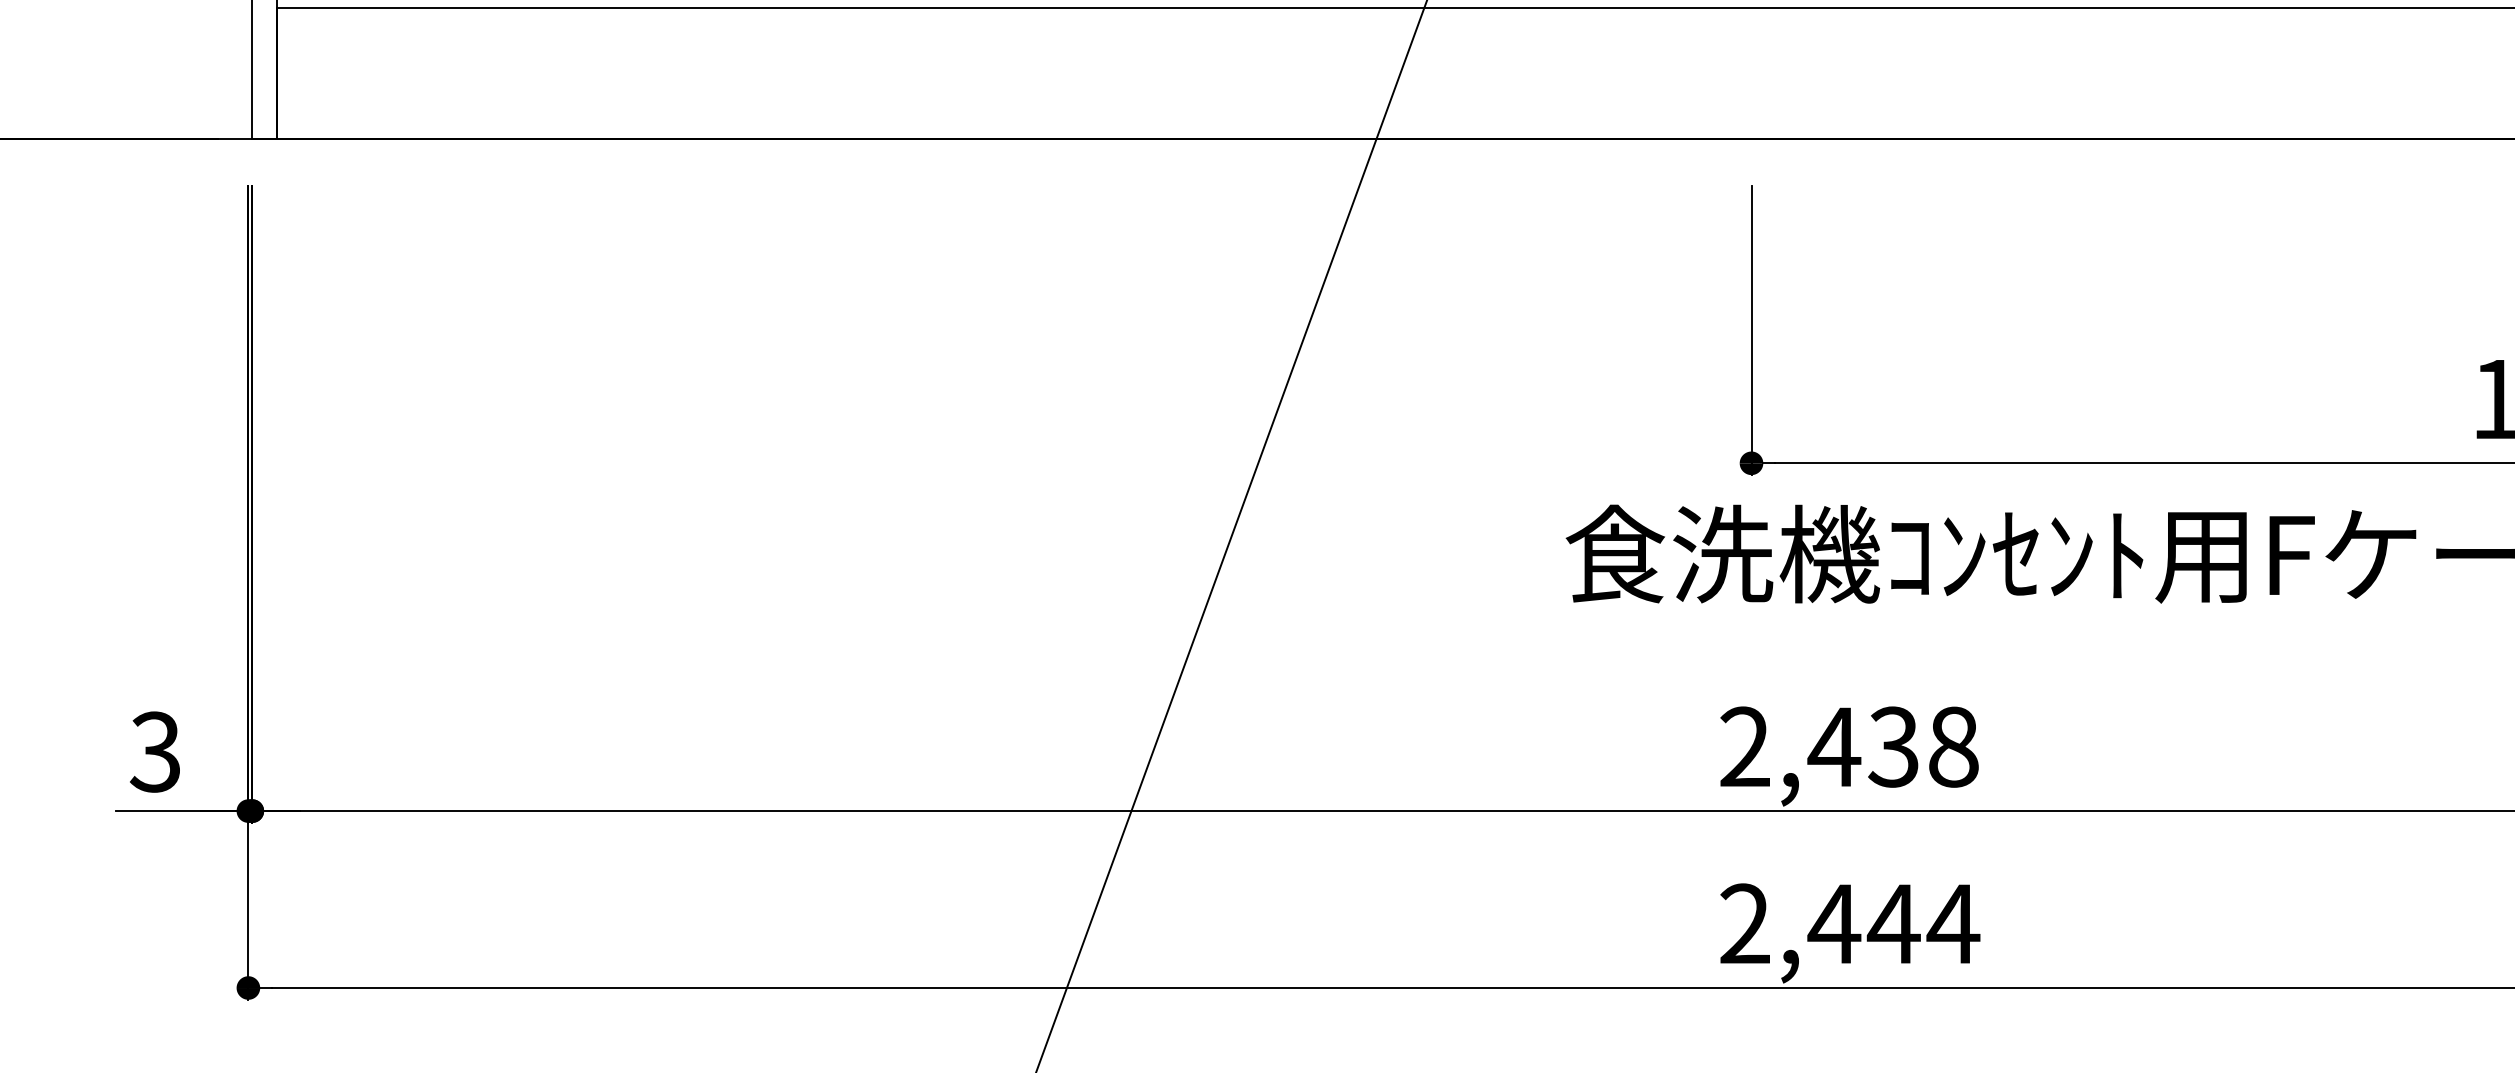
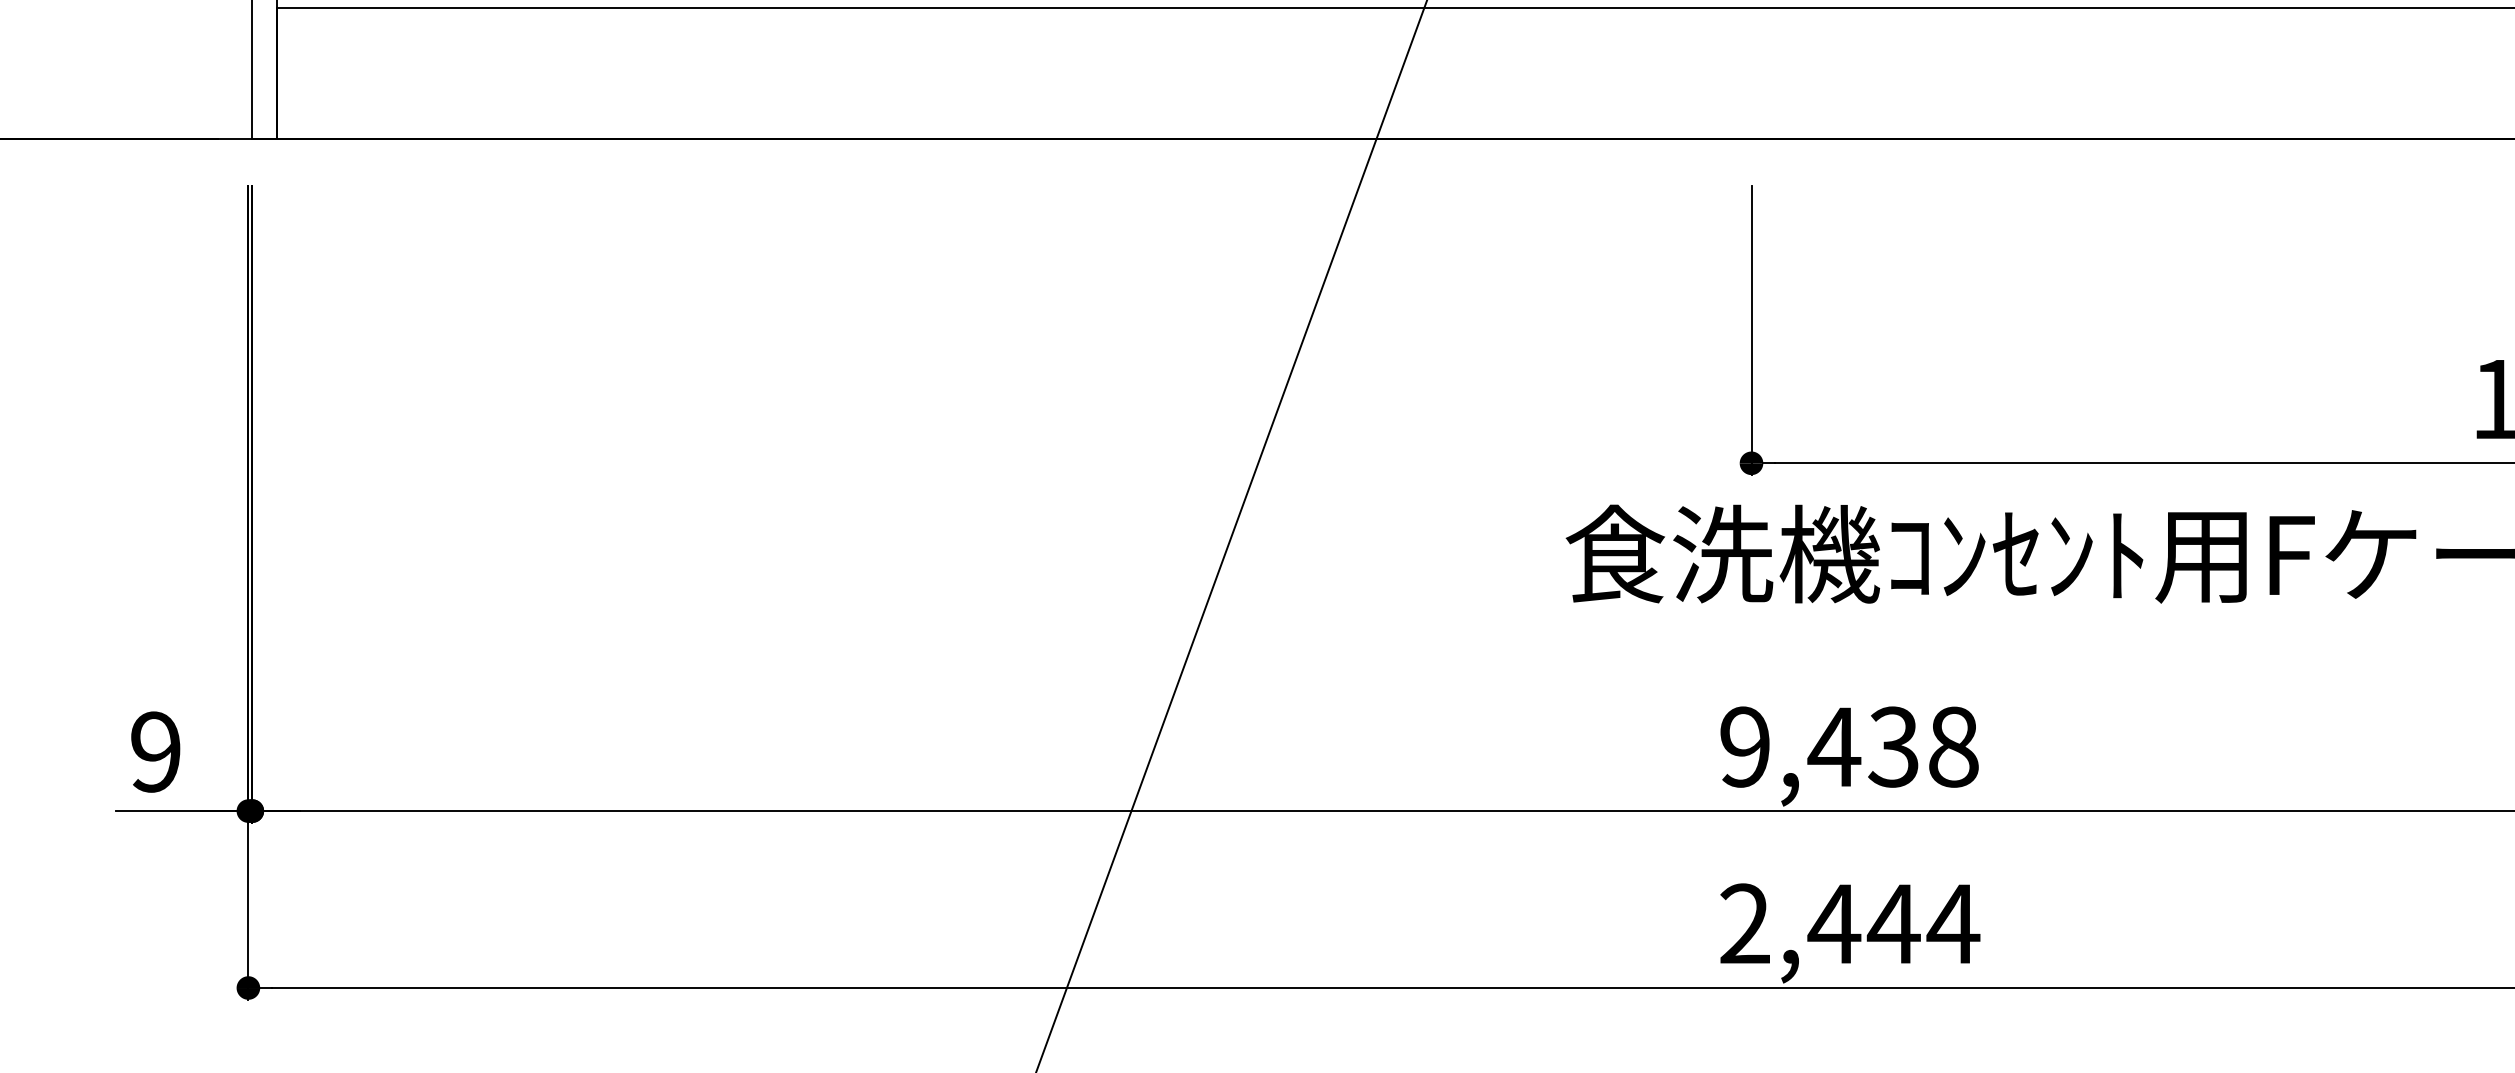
text at (1744, 746): 2,438 -> 9,438
text at (155, 751): 3 -> 9
